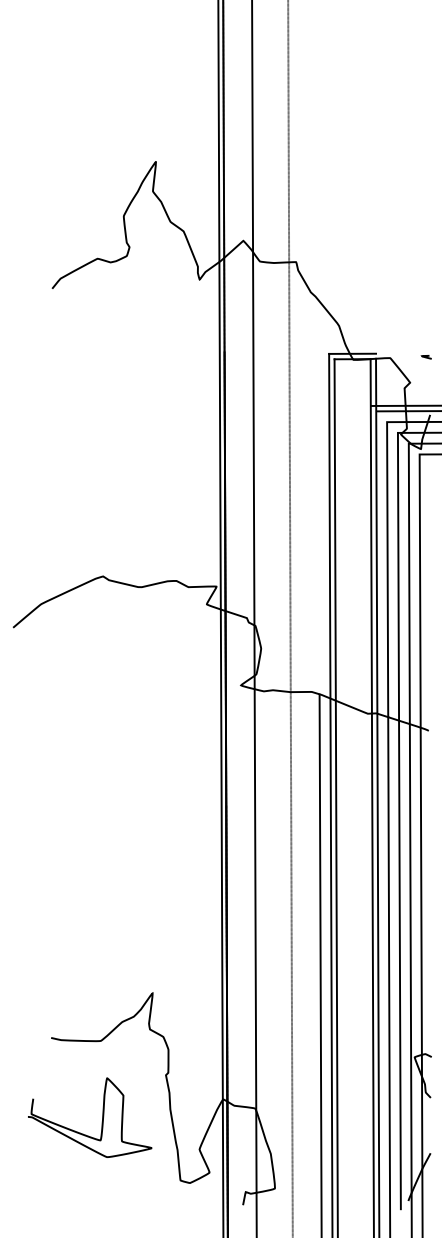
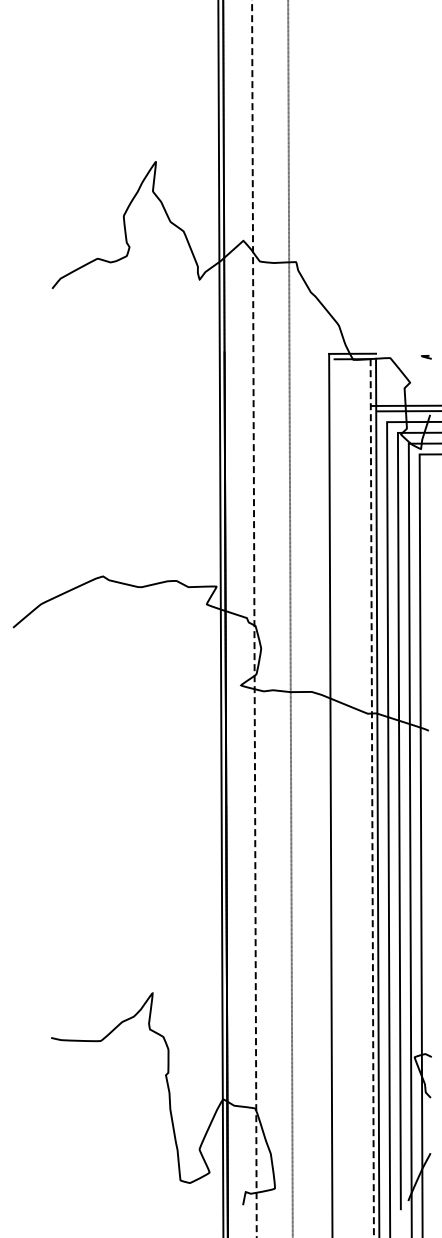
line at (254, 618): solid -> dashed
line at (335, 796): present -> none
line at (372, 798): solid -> dashed
line at (320, 964): present -> none
curve at (102, 1117): present -> none
